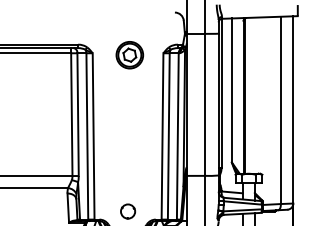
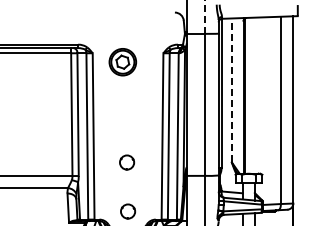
line at (205, 16): solid -> dashed
part at (129, 55) position: (129, 55) -> (122, 62)
line at (231, 90): solid -> dashed
circle at (127, 162): none -> present
